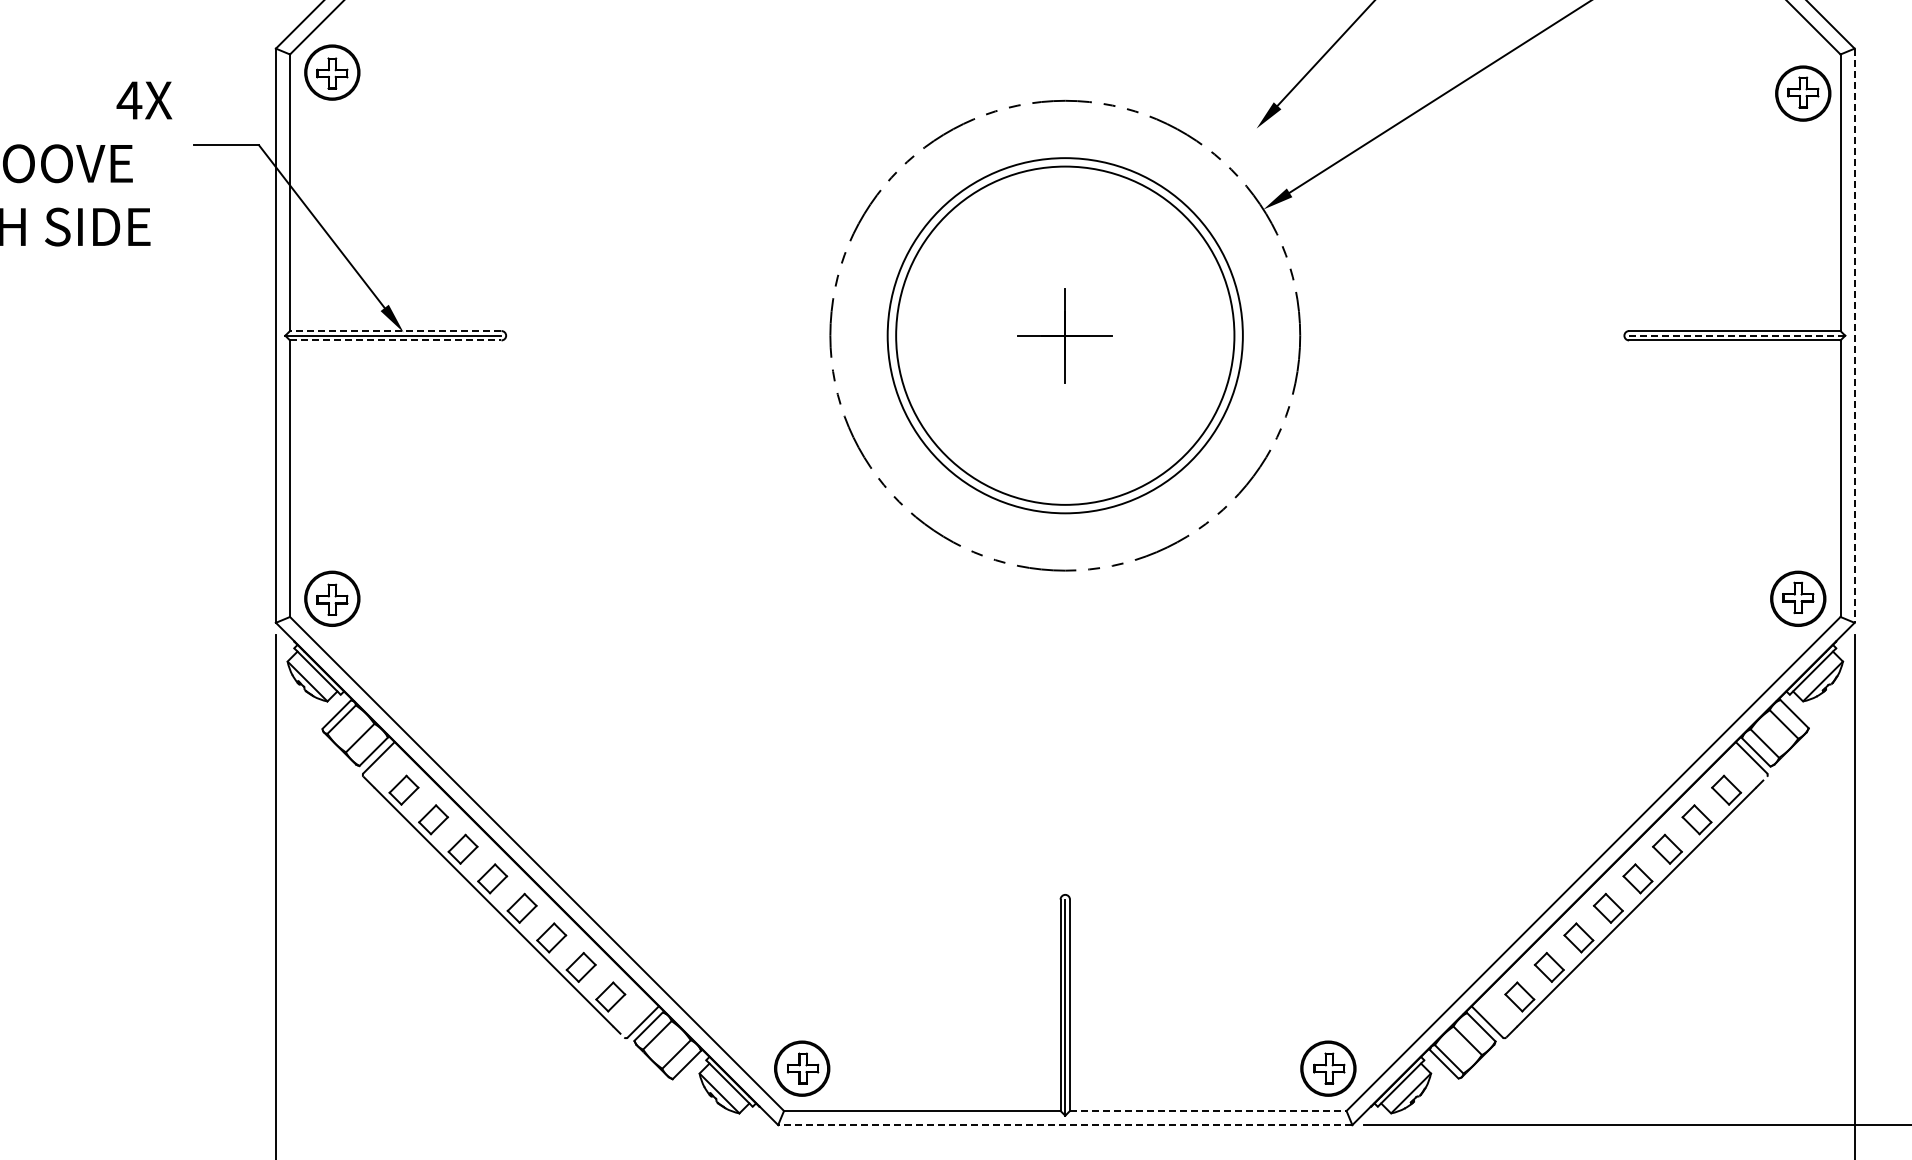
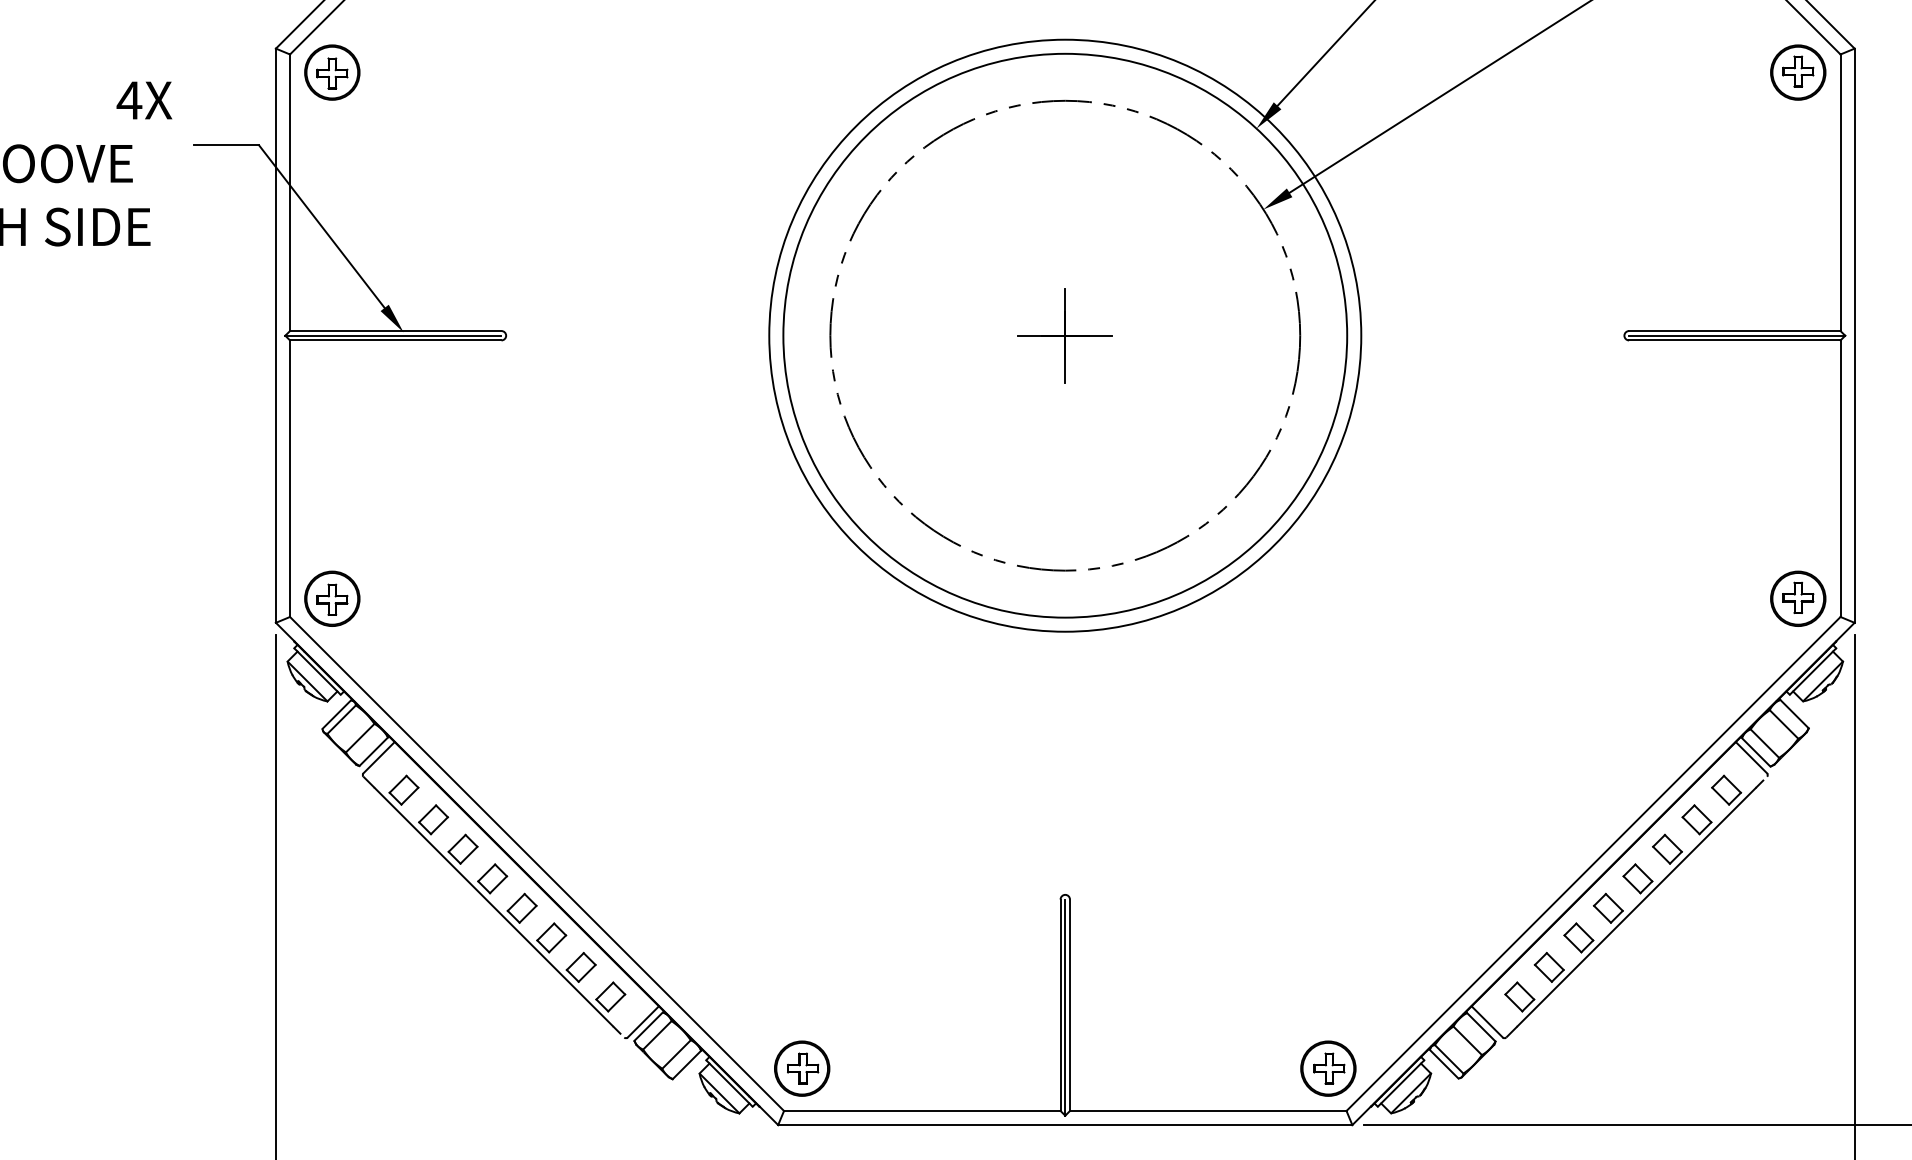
part at (1803, 93) position: (1803, 93) -> (1798, 72)
line at (395, 331): dashed -> solid
circle at (1064, 335) diameter: 355 px -> 592 px
circle at (1065, 335) diameter: 338 px -> 564 px
line at (1736, 335): dashed -> solid
line at (1854, 336): dashed -> solid
line at (395, 340): dashed -> solid
line at (1208, 1110): dashed -> solid
line at (1064, 1125): dashed -> solid
